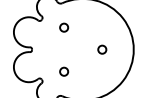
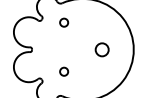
circle at (64, 27) position: (64, 27) -> (64, 22)
circle at (102, 49) size: 11x11 px -> 16x16 px
